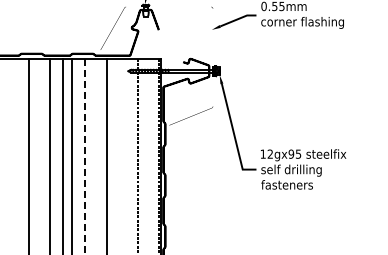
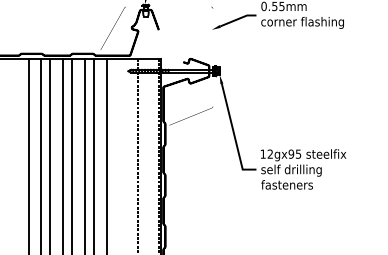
line at (41, 154): none -> present
line at (94, 154): none -> present
line at (85, 157): dashed -> solid
